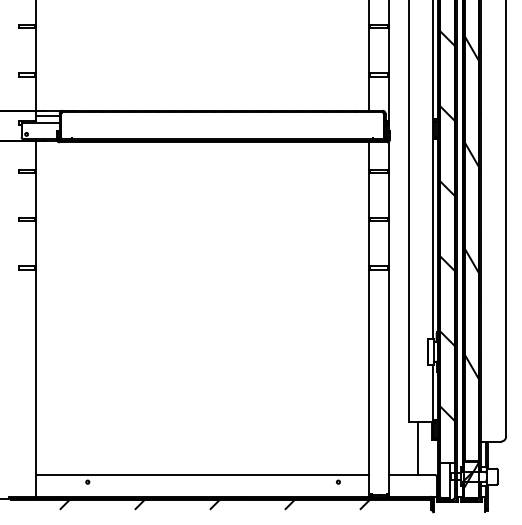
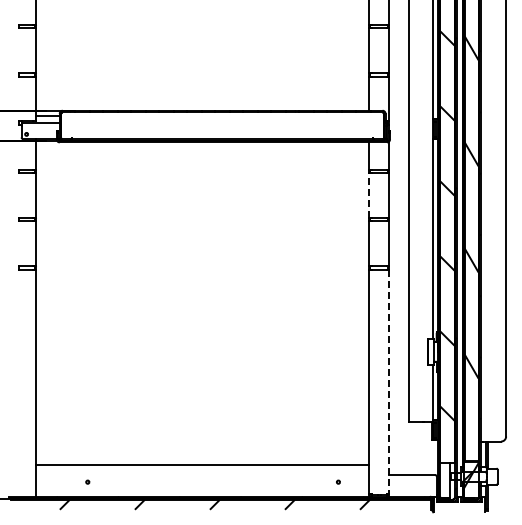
line at (369, 195): solid -> dashed
line at (389, 382): solid -> dashed
line at (417, 448): present -> none
line at (202, 475) position: (202, 475) -> (202, 465)
